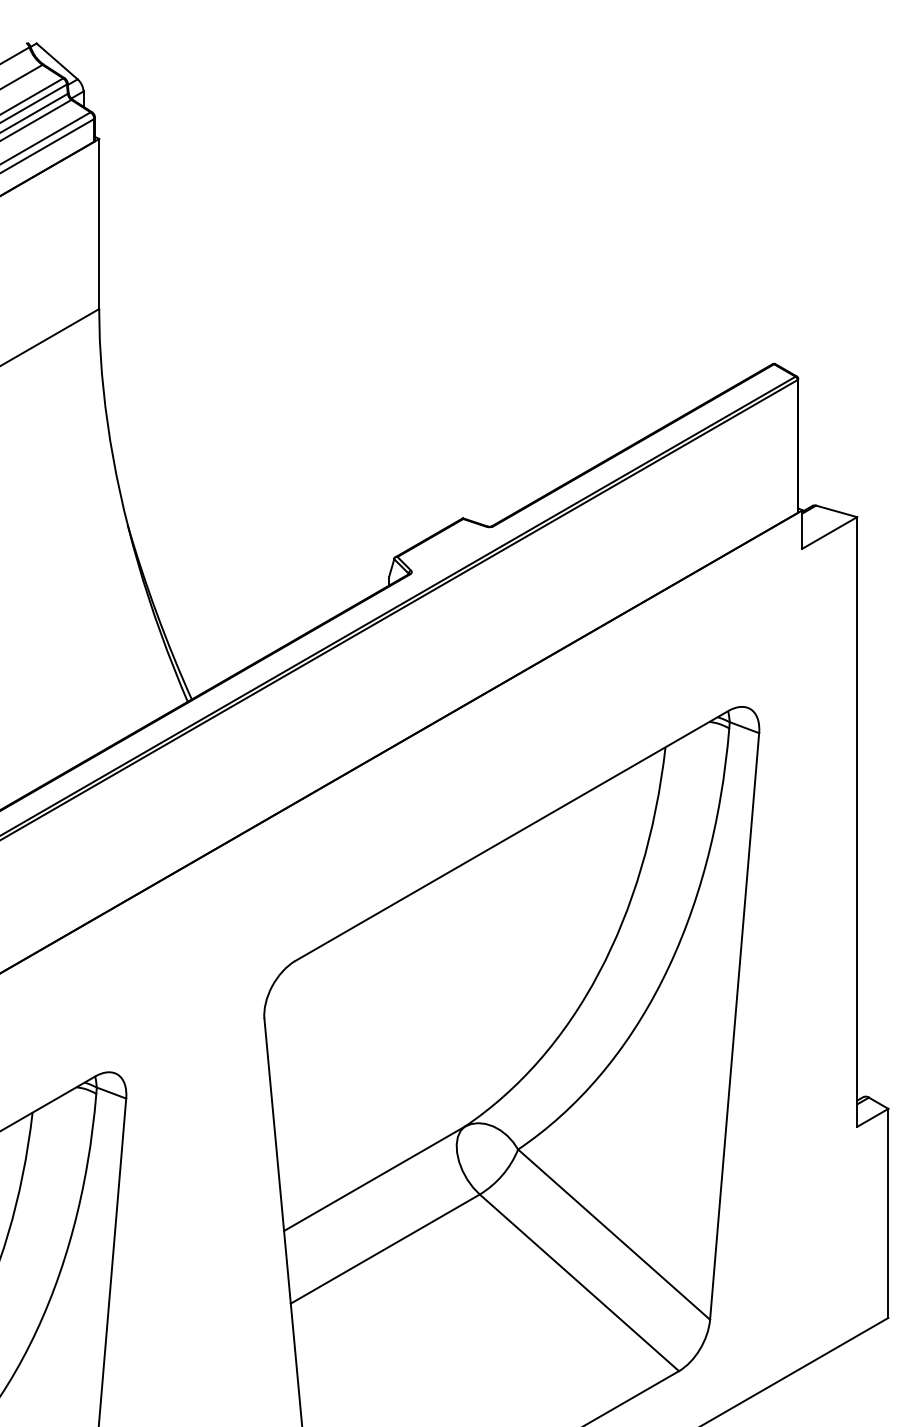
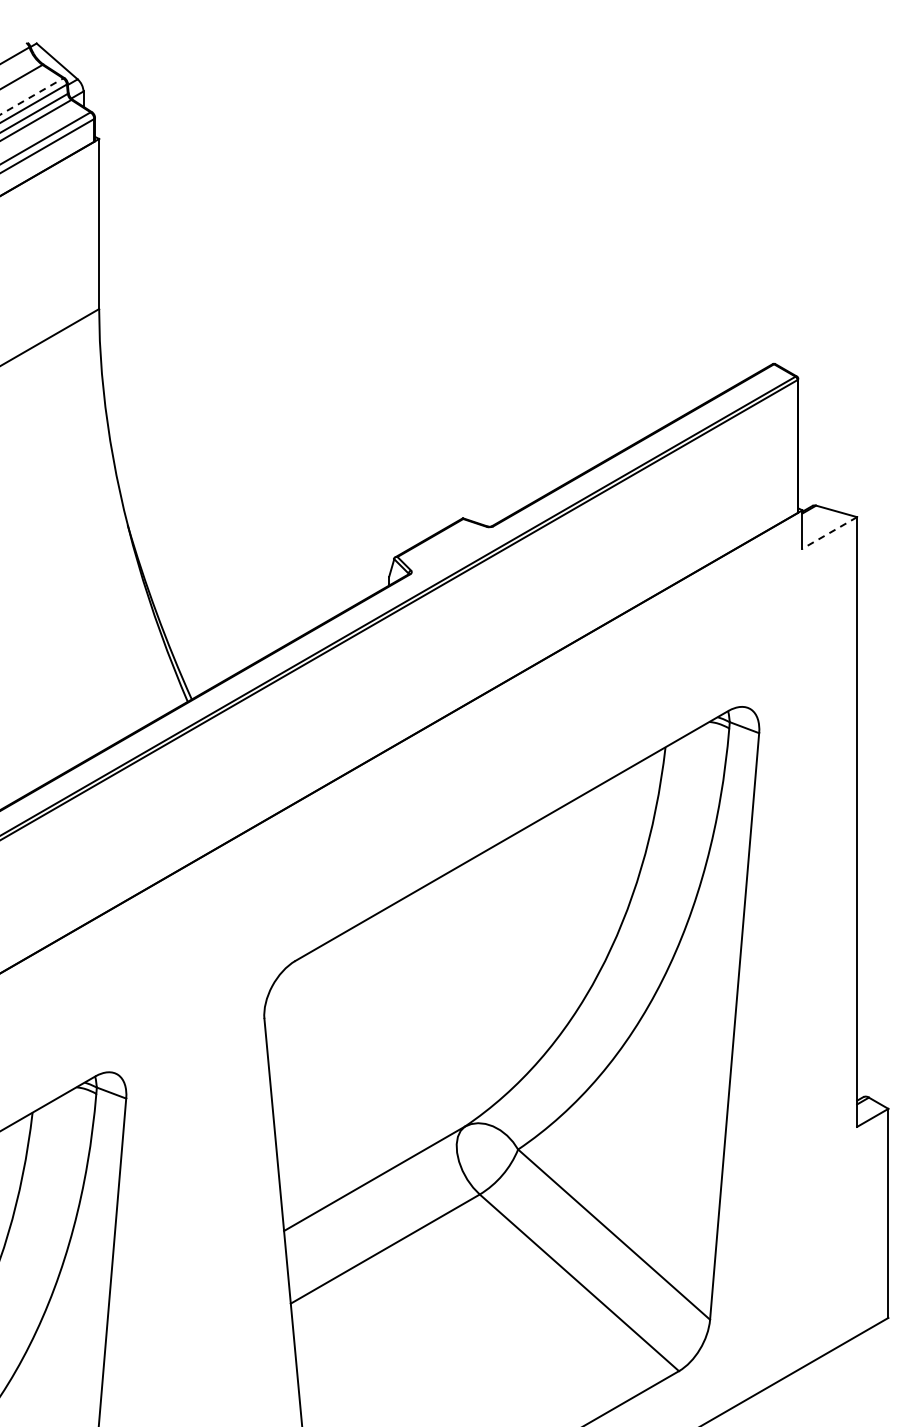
line at (32, 96): solid -> dashed
line at (829, 532): solid -> dashed
